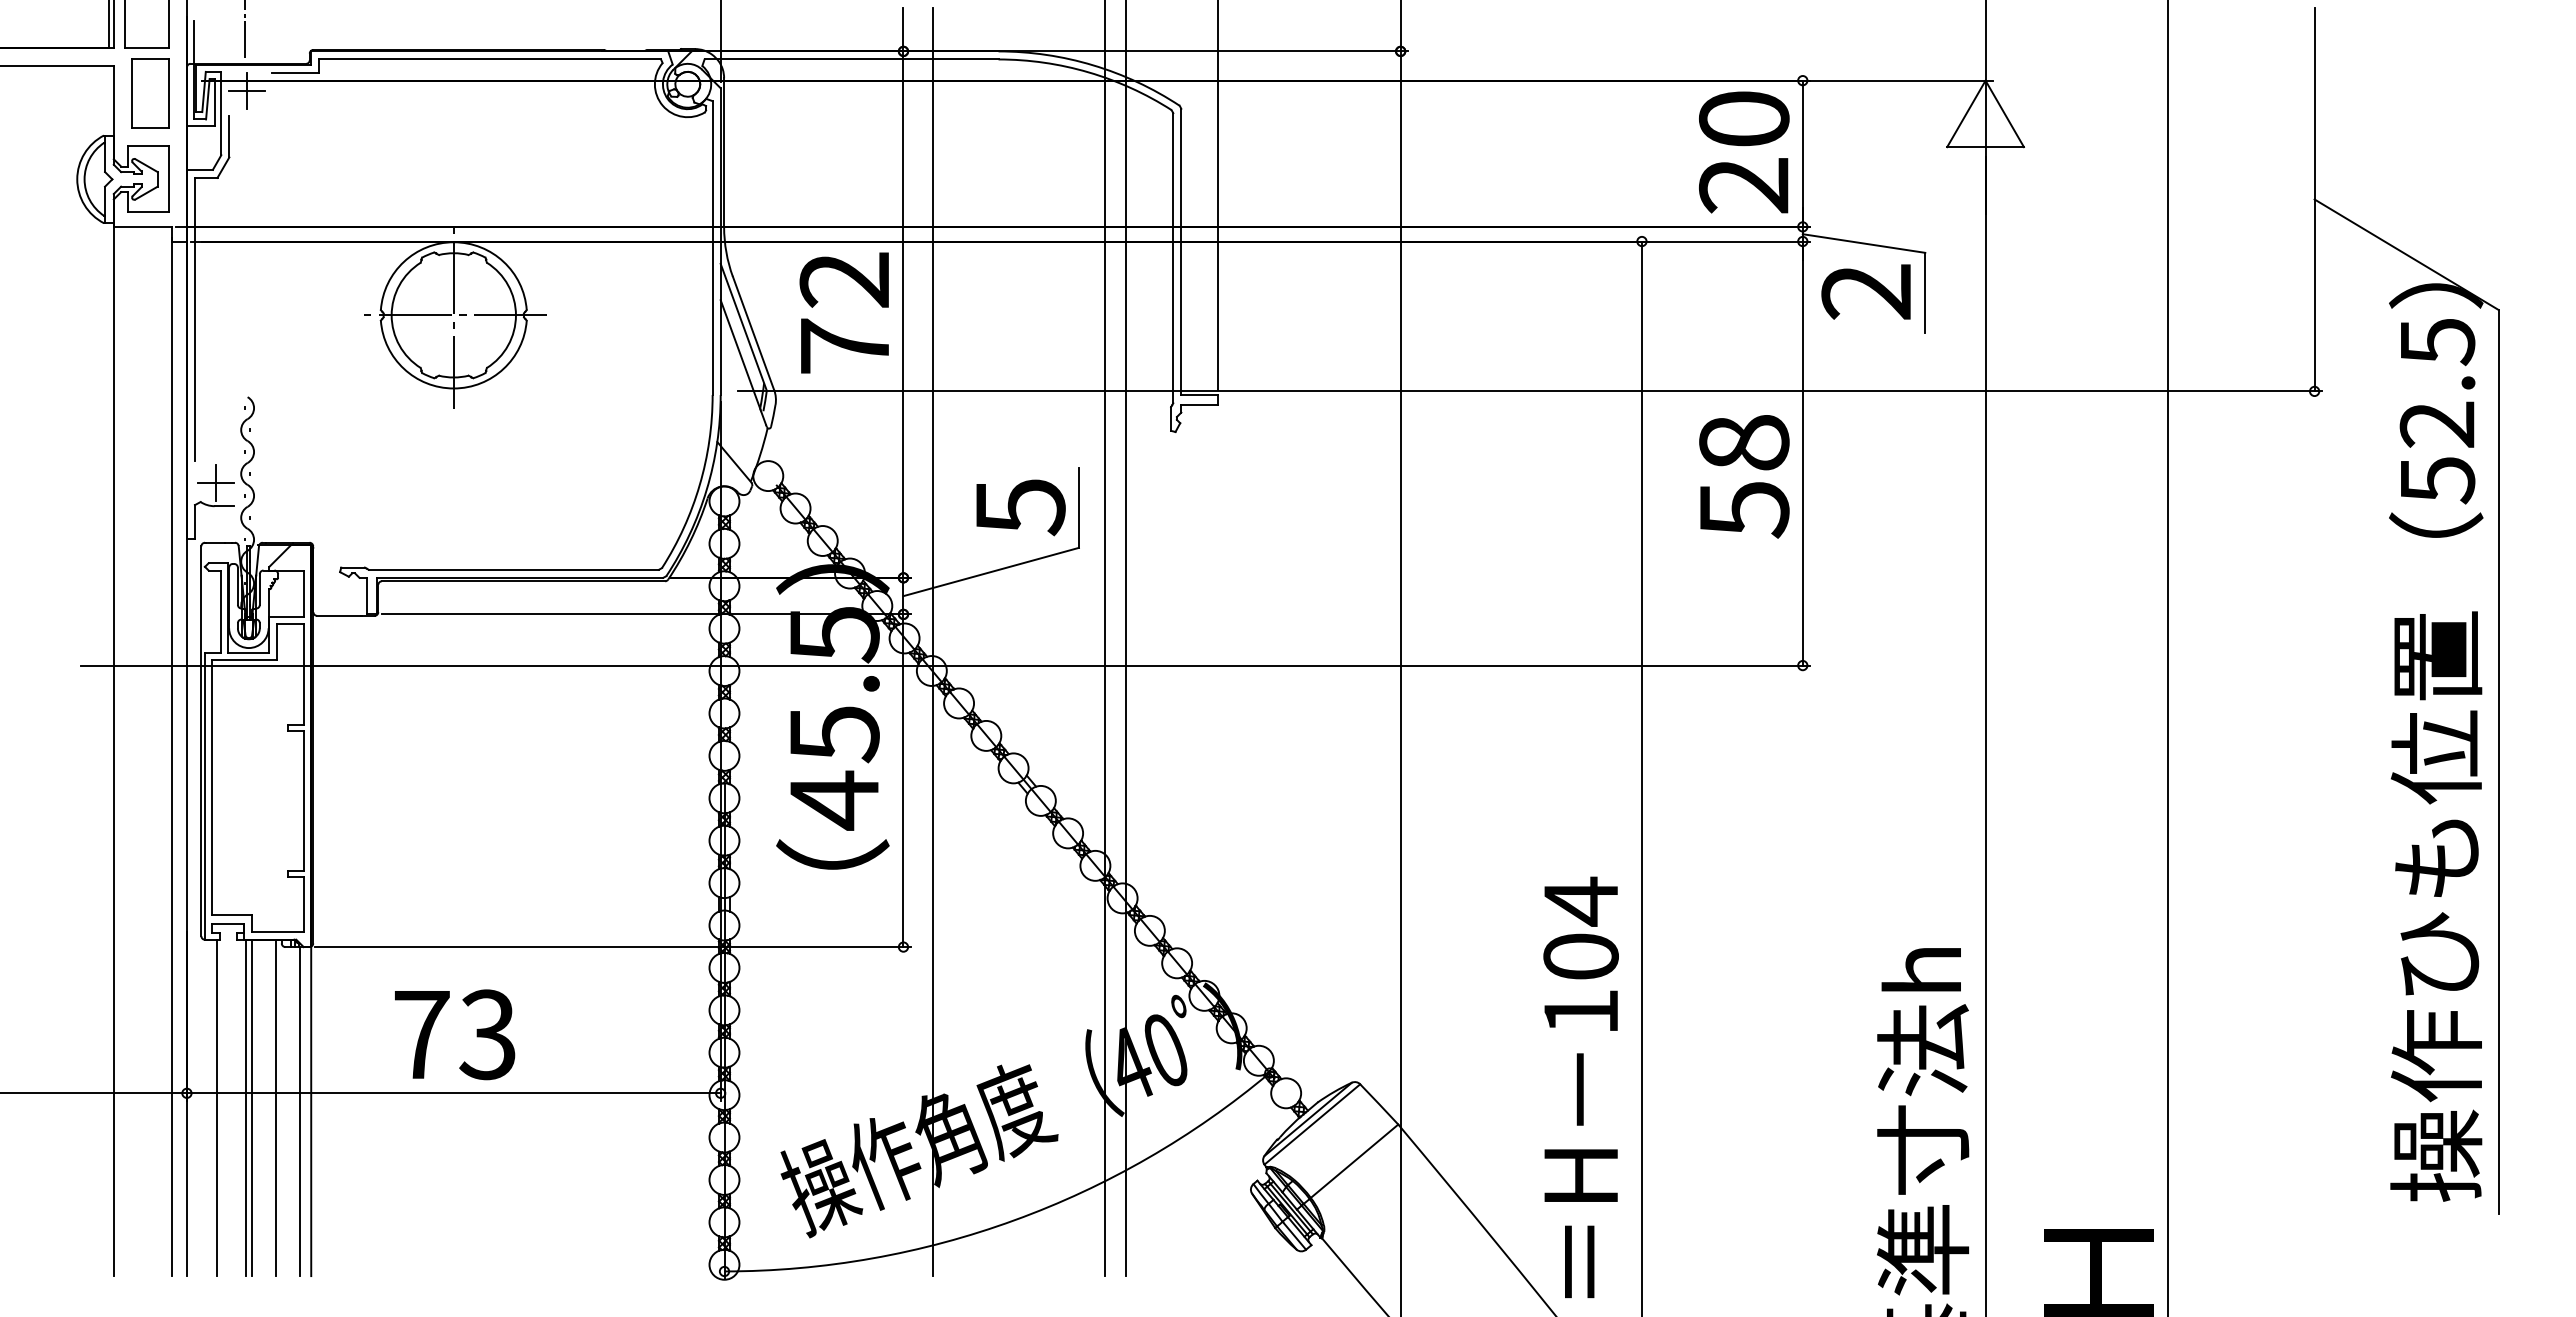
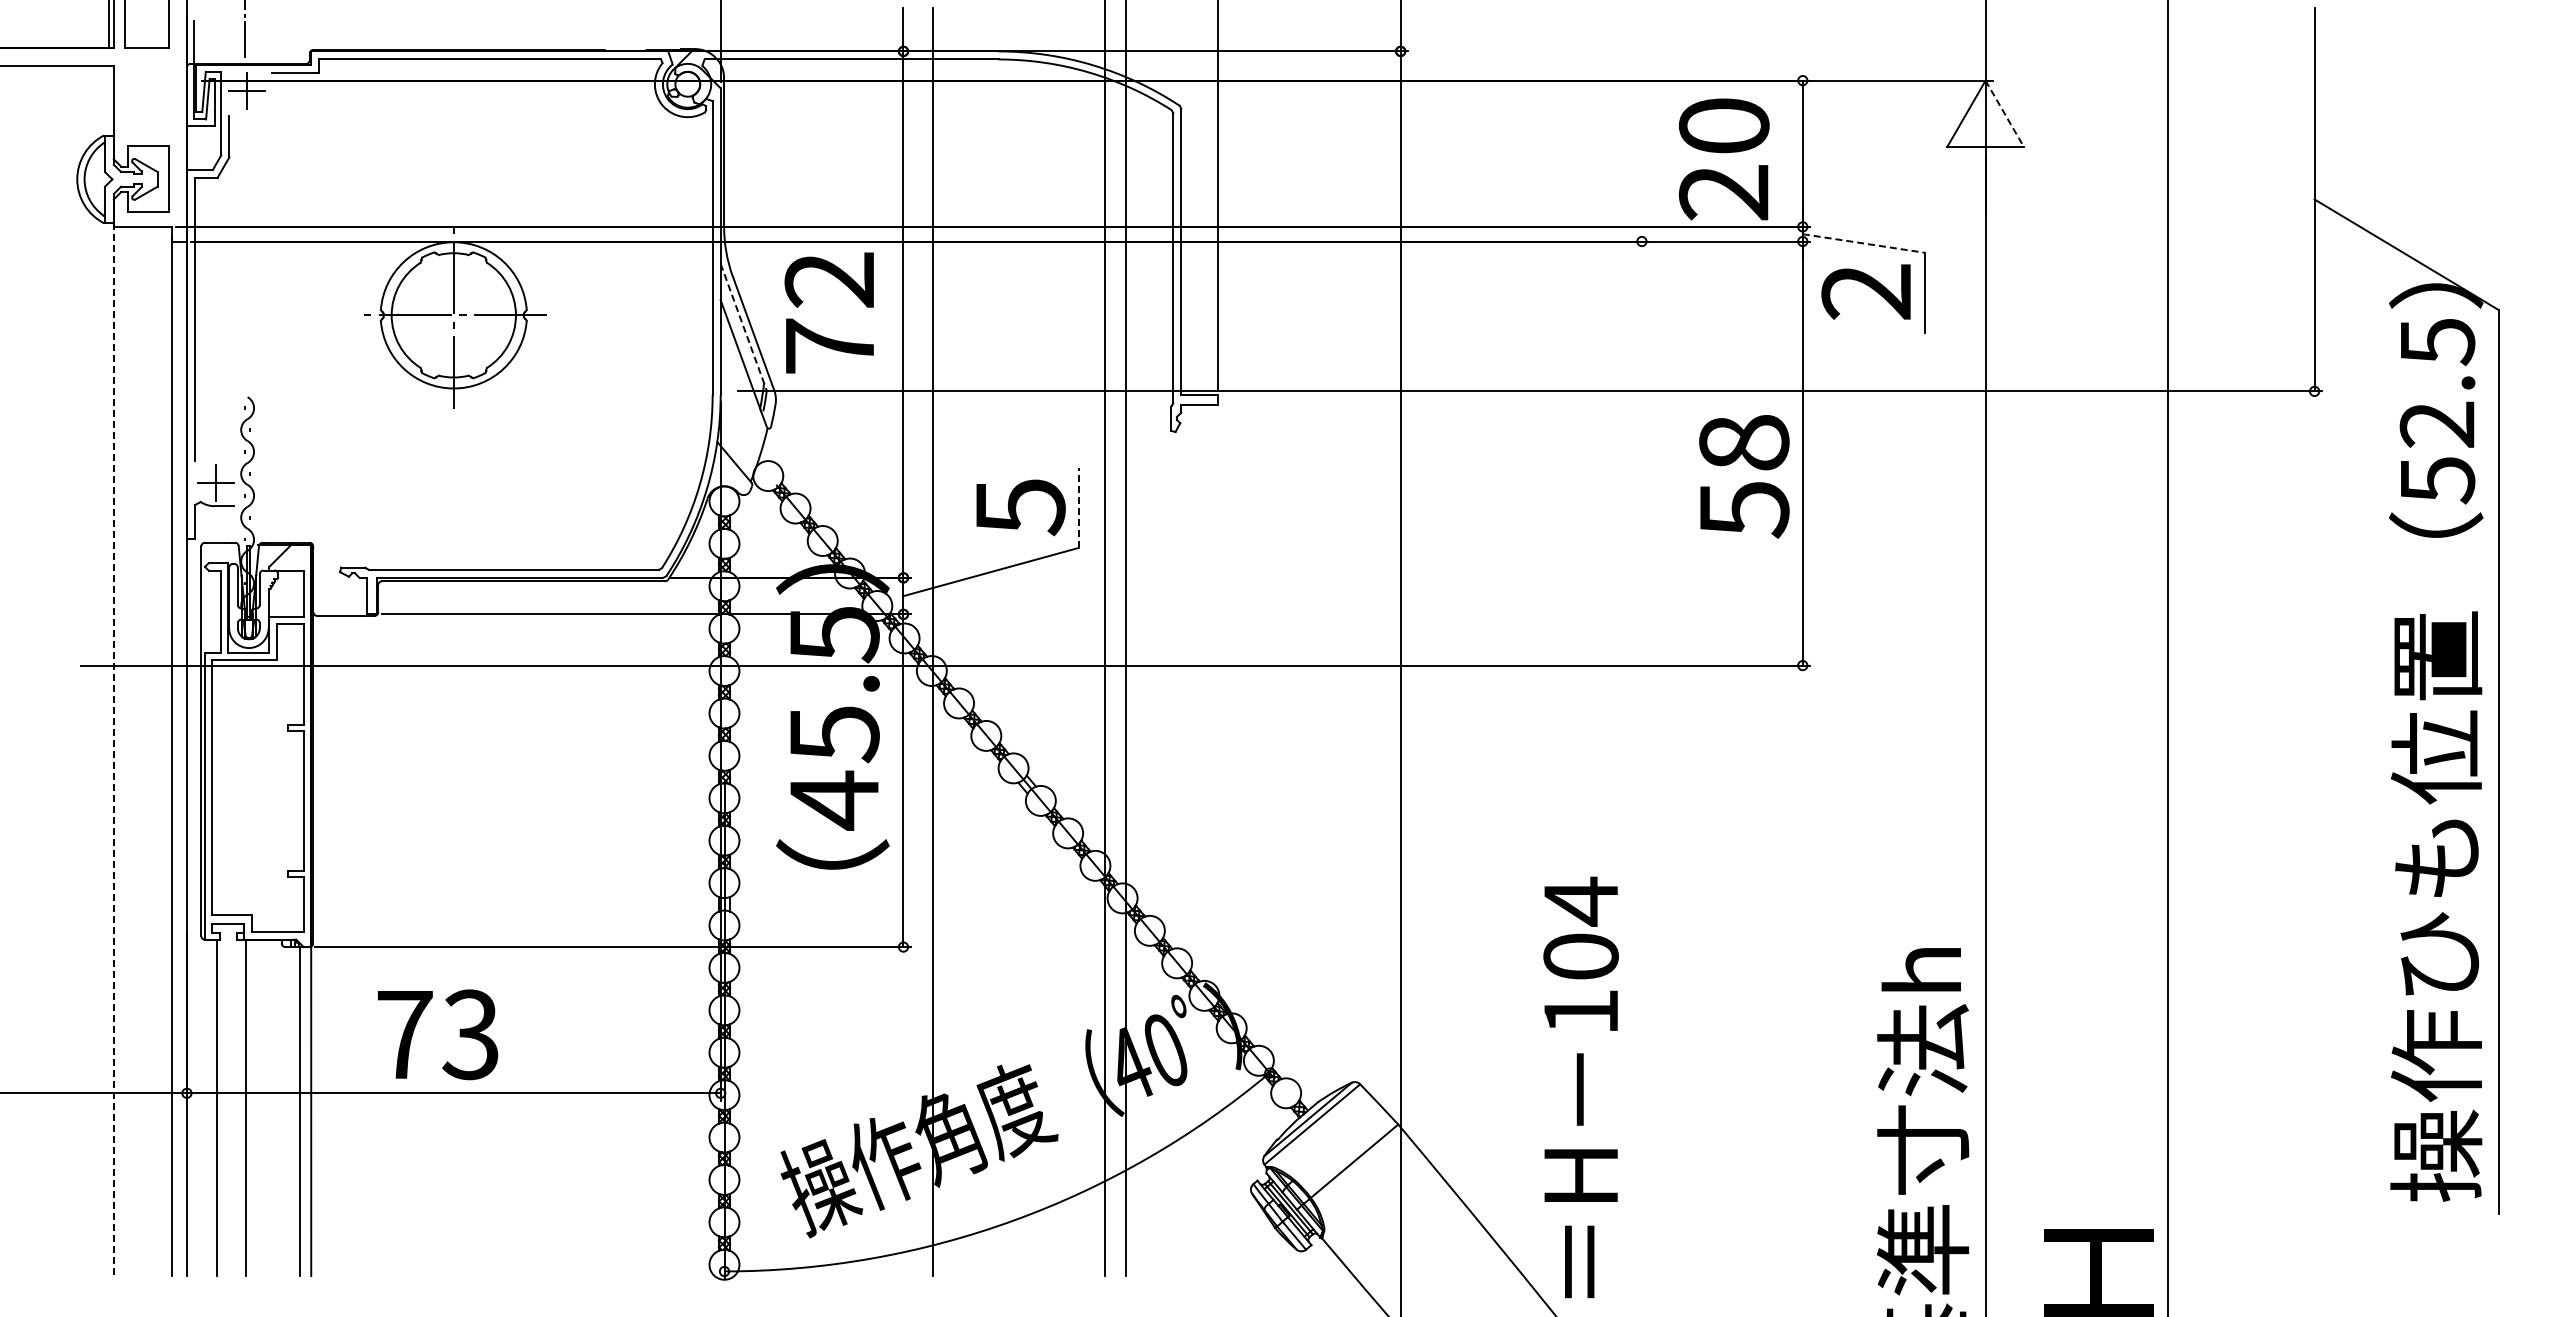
part at (150, 93): present -> none
line at (2005, 114): solid -> dashed
text at (1744, 152) position: (1744, 152) -> (1724, 159)
line at (1864, 243): solid -> dashed
text at (843, 312) position: (843, 312) -> (828, 312)
line at (743, 327): solid -> dashed
line at (1078, 507): solid -> dashed
line at (113, 750): solid -> dashed
line at (1641, 777): present -> none
text at (455, 1034) position: (455, 1034) -> (438, 1034)
line at (252, 1107): present -> none
line at (276, 1107): present -> none
